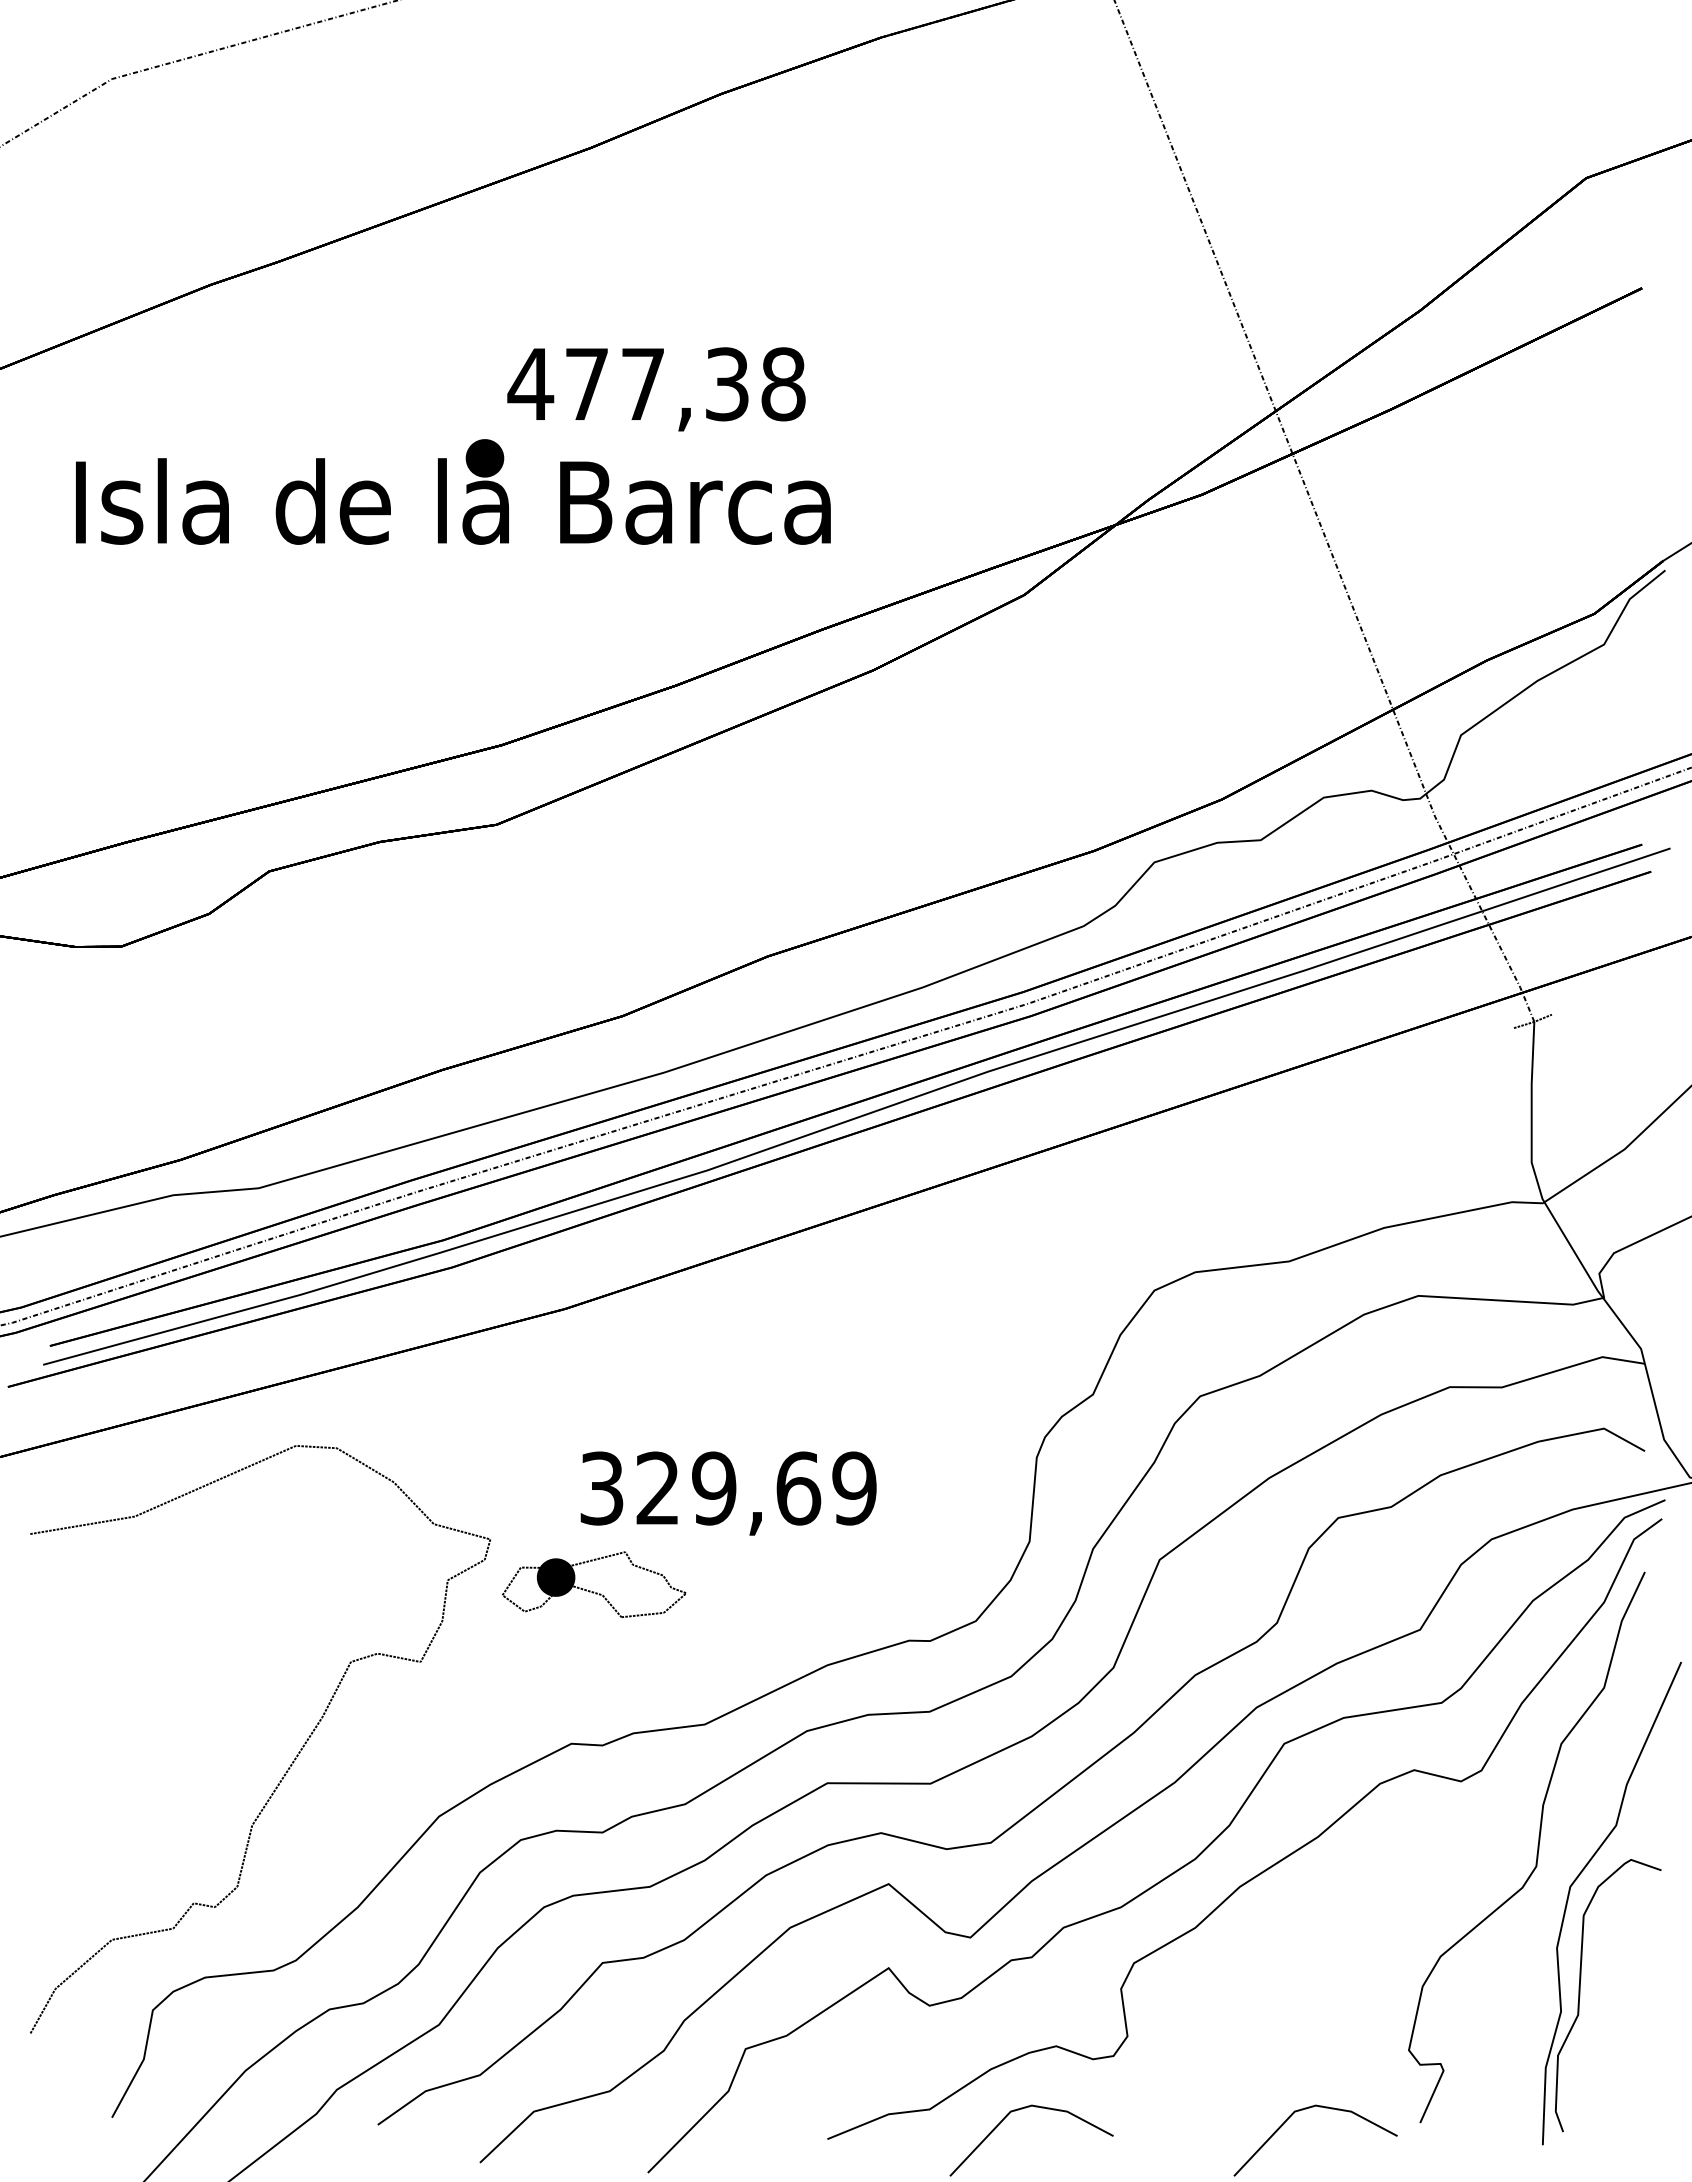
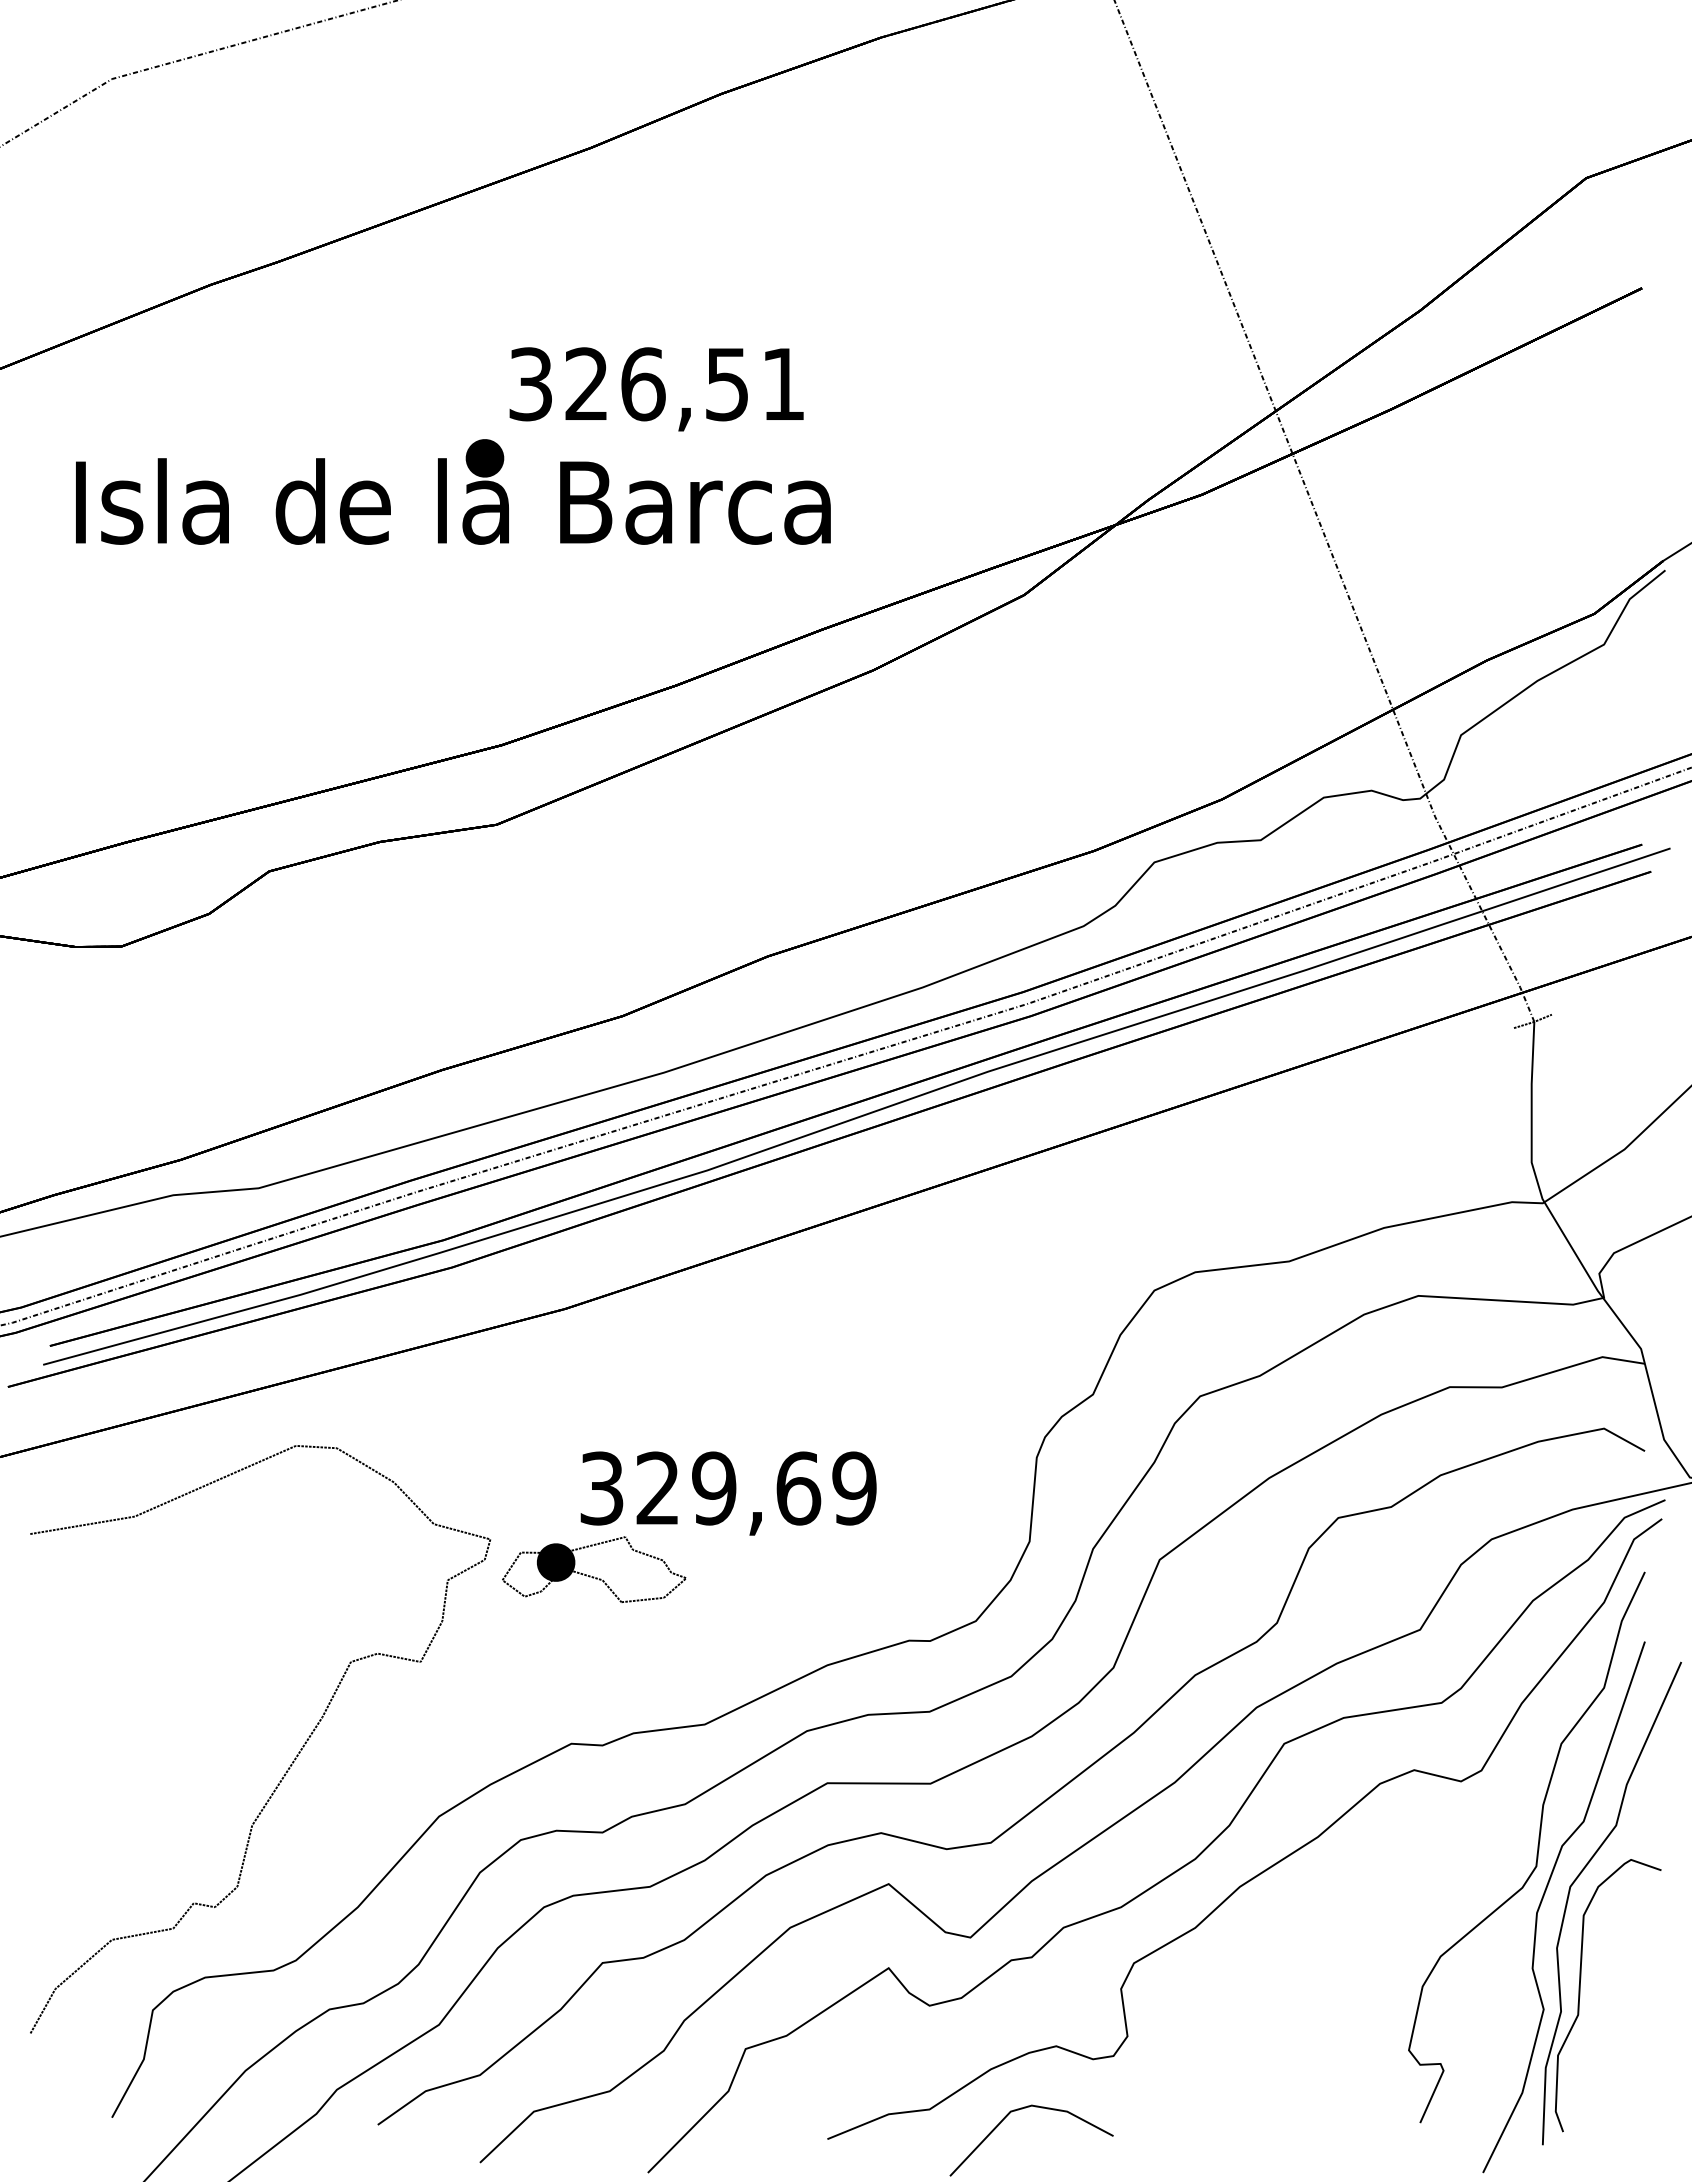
text at (656, 384): 477,38 -> 326,51
part at (593, 1591) position: (593, 1591) -> (593, 1576)
curve at (1543, 1899): none -> present
line at (1306, 2109): present -> none
